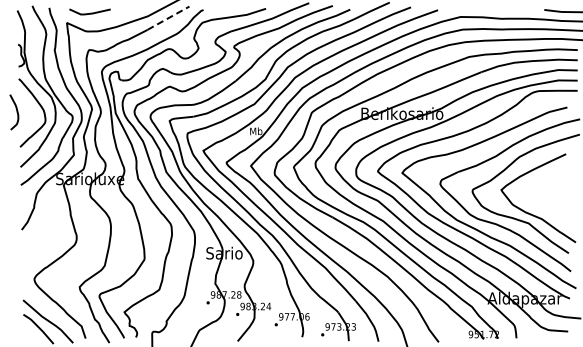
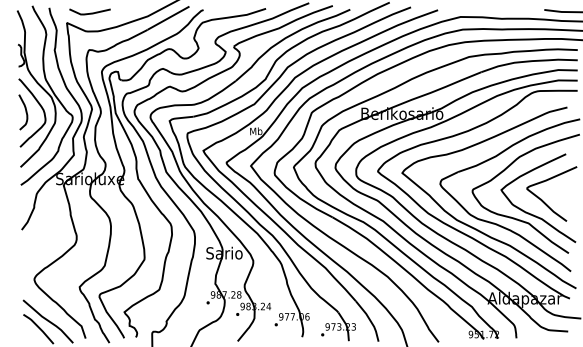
line at (168, 18): dashed -> solid
curve at (16, 112) position: (16, 112) -> (25, 112)
curve at (543, 200): none -> present
